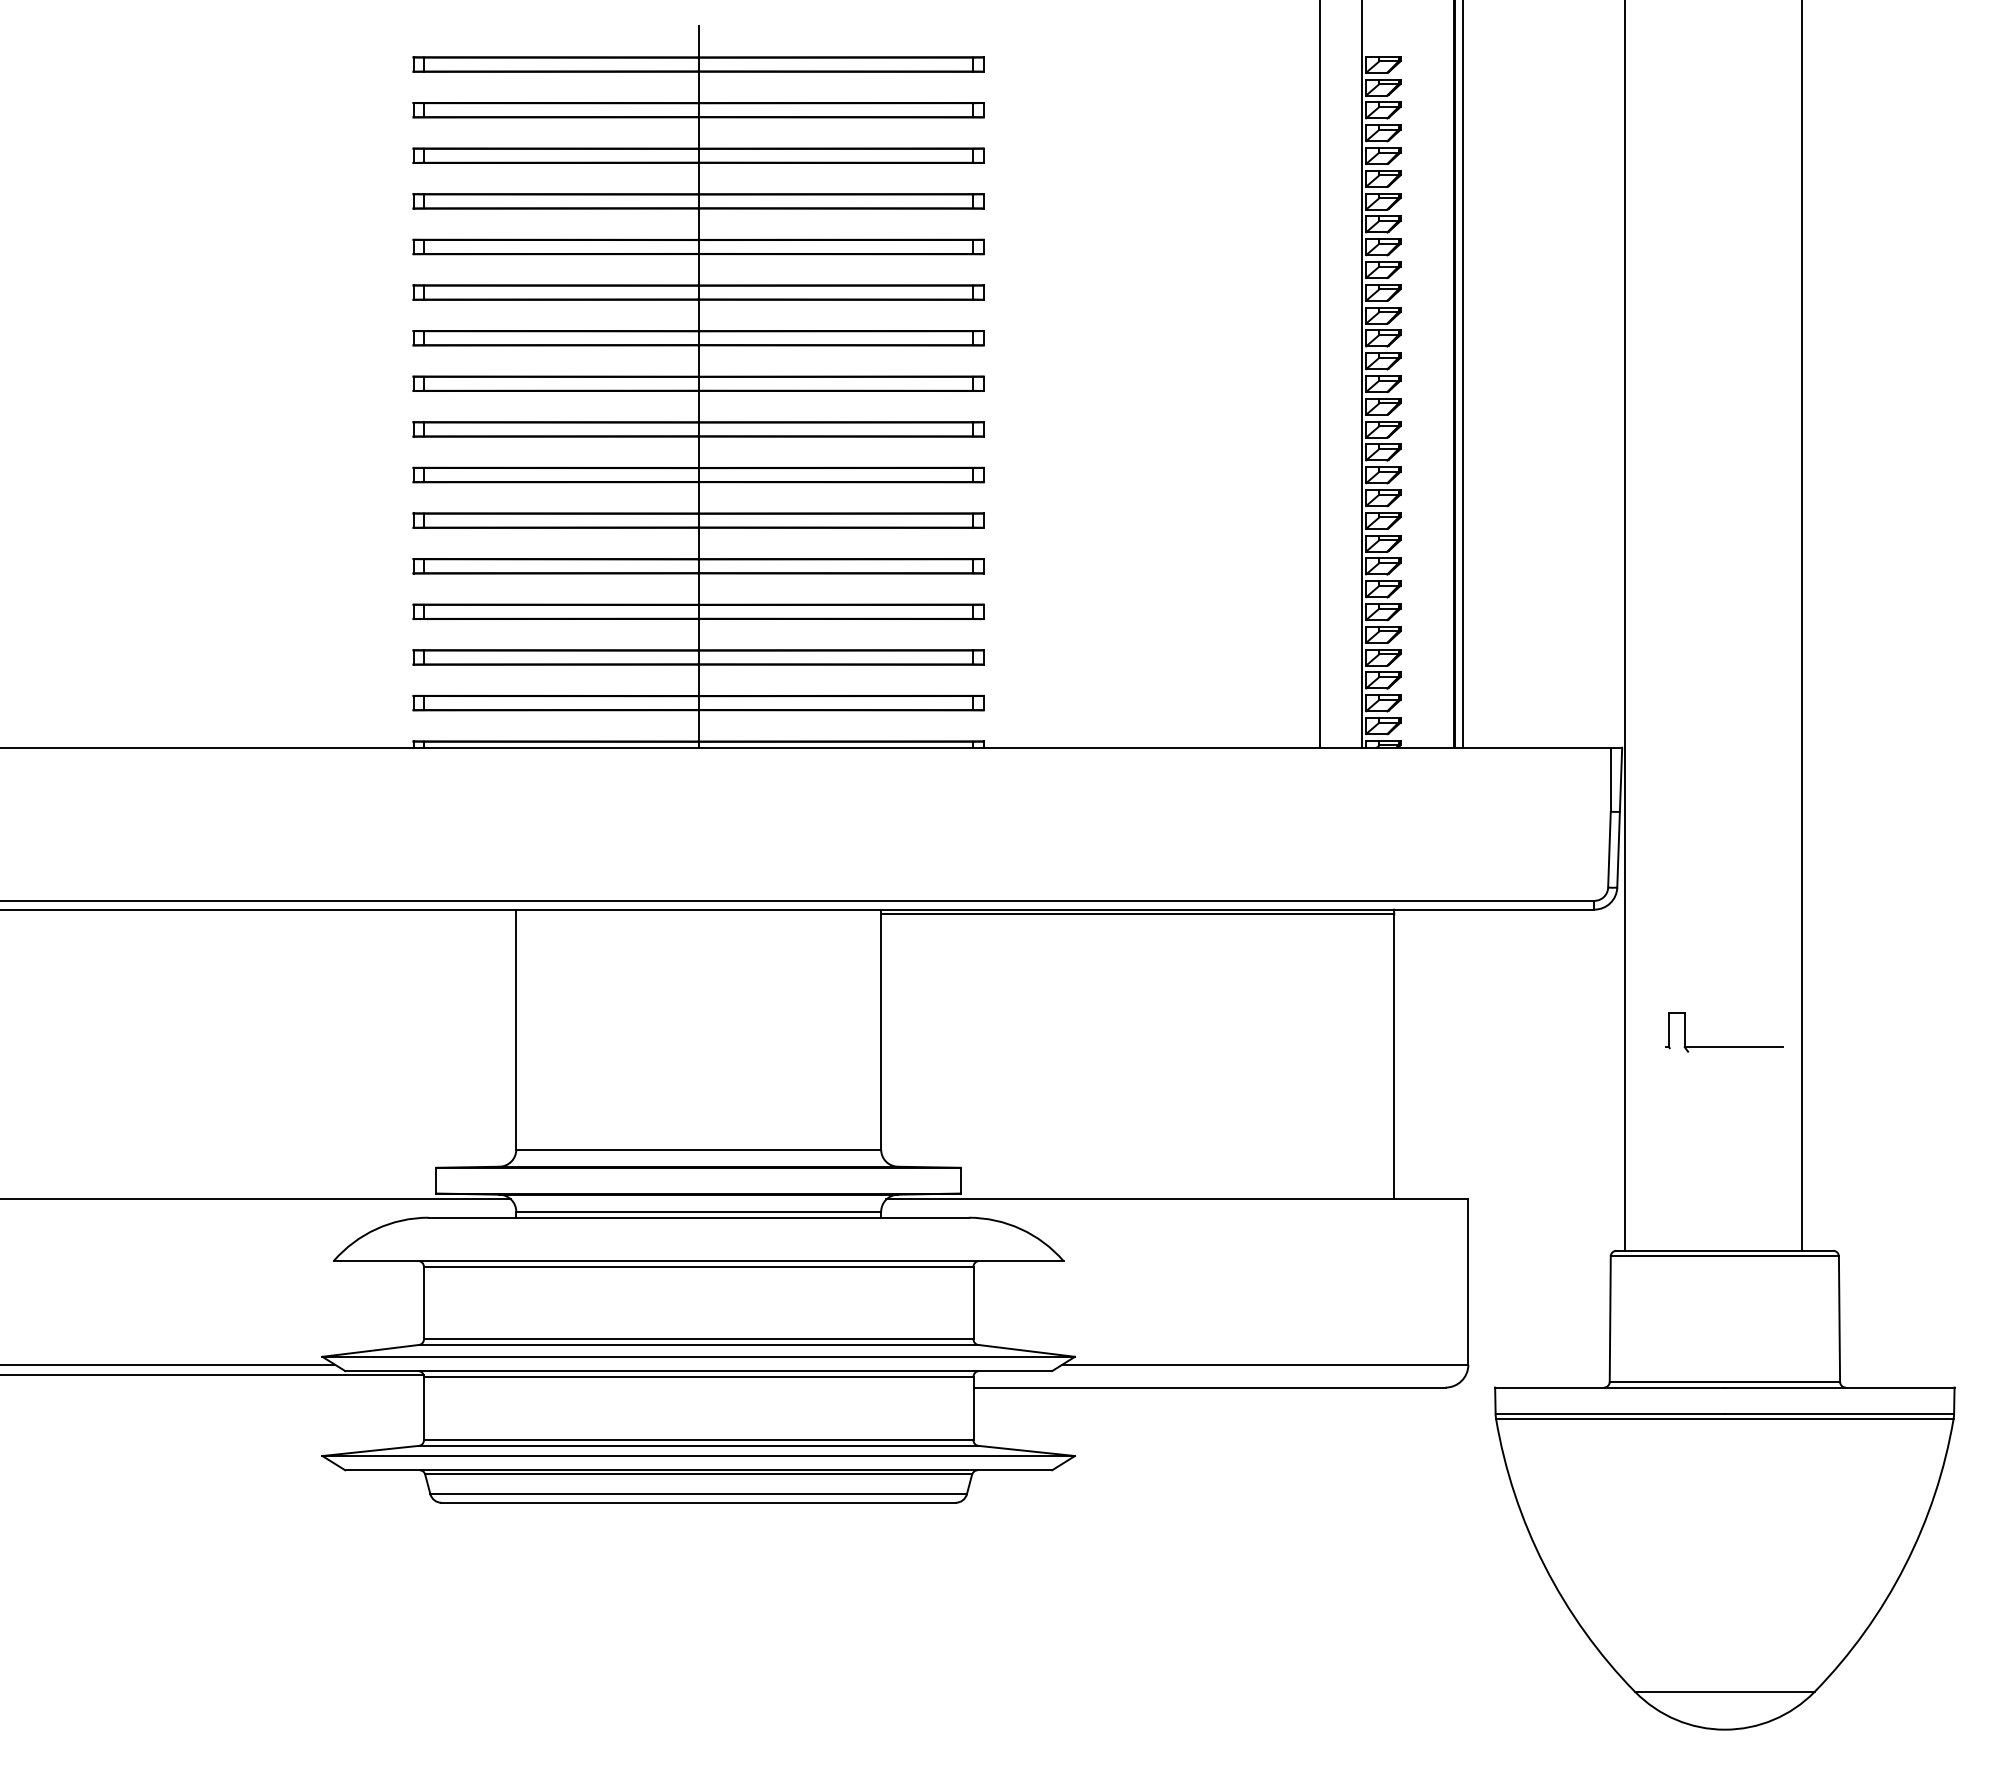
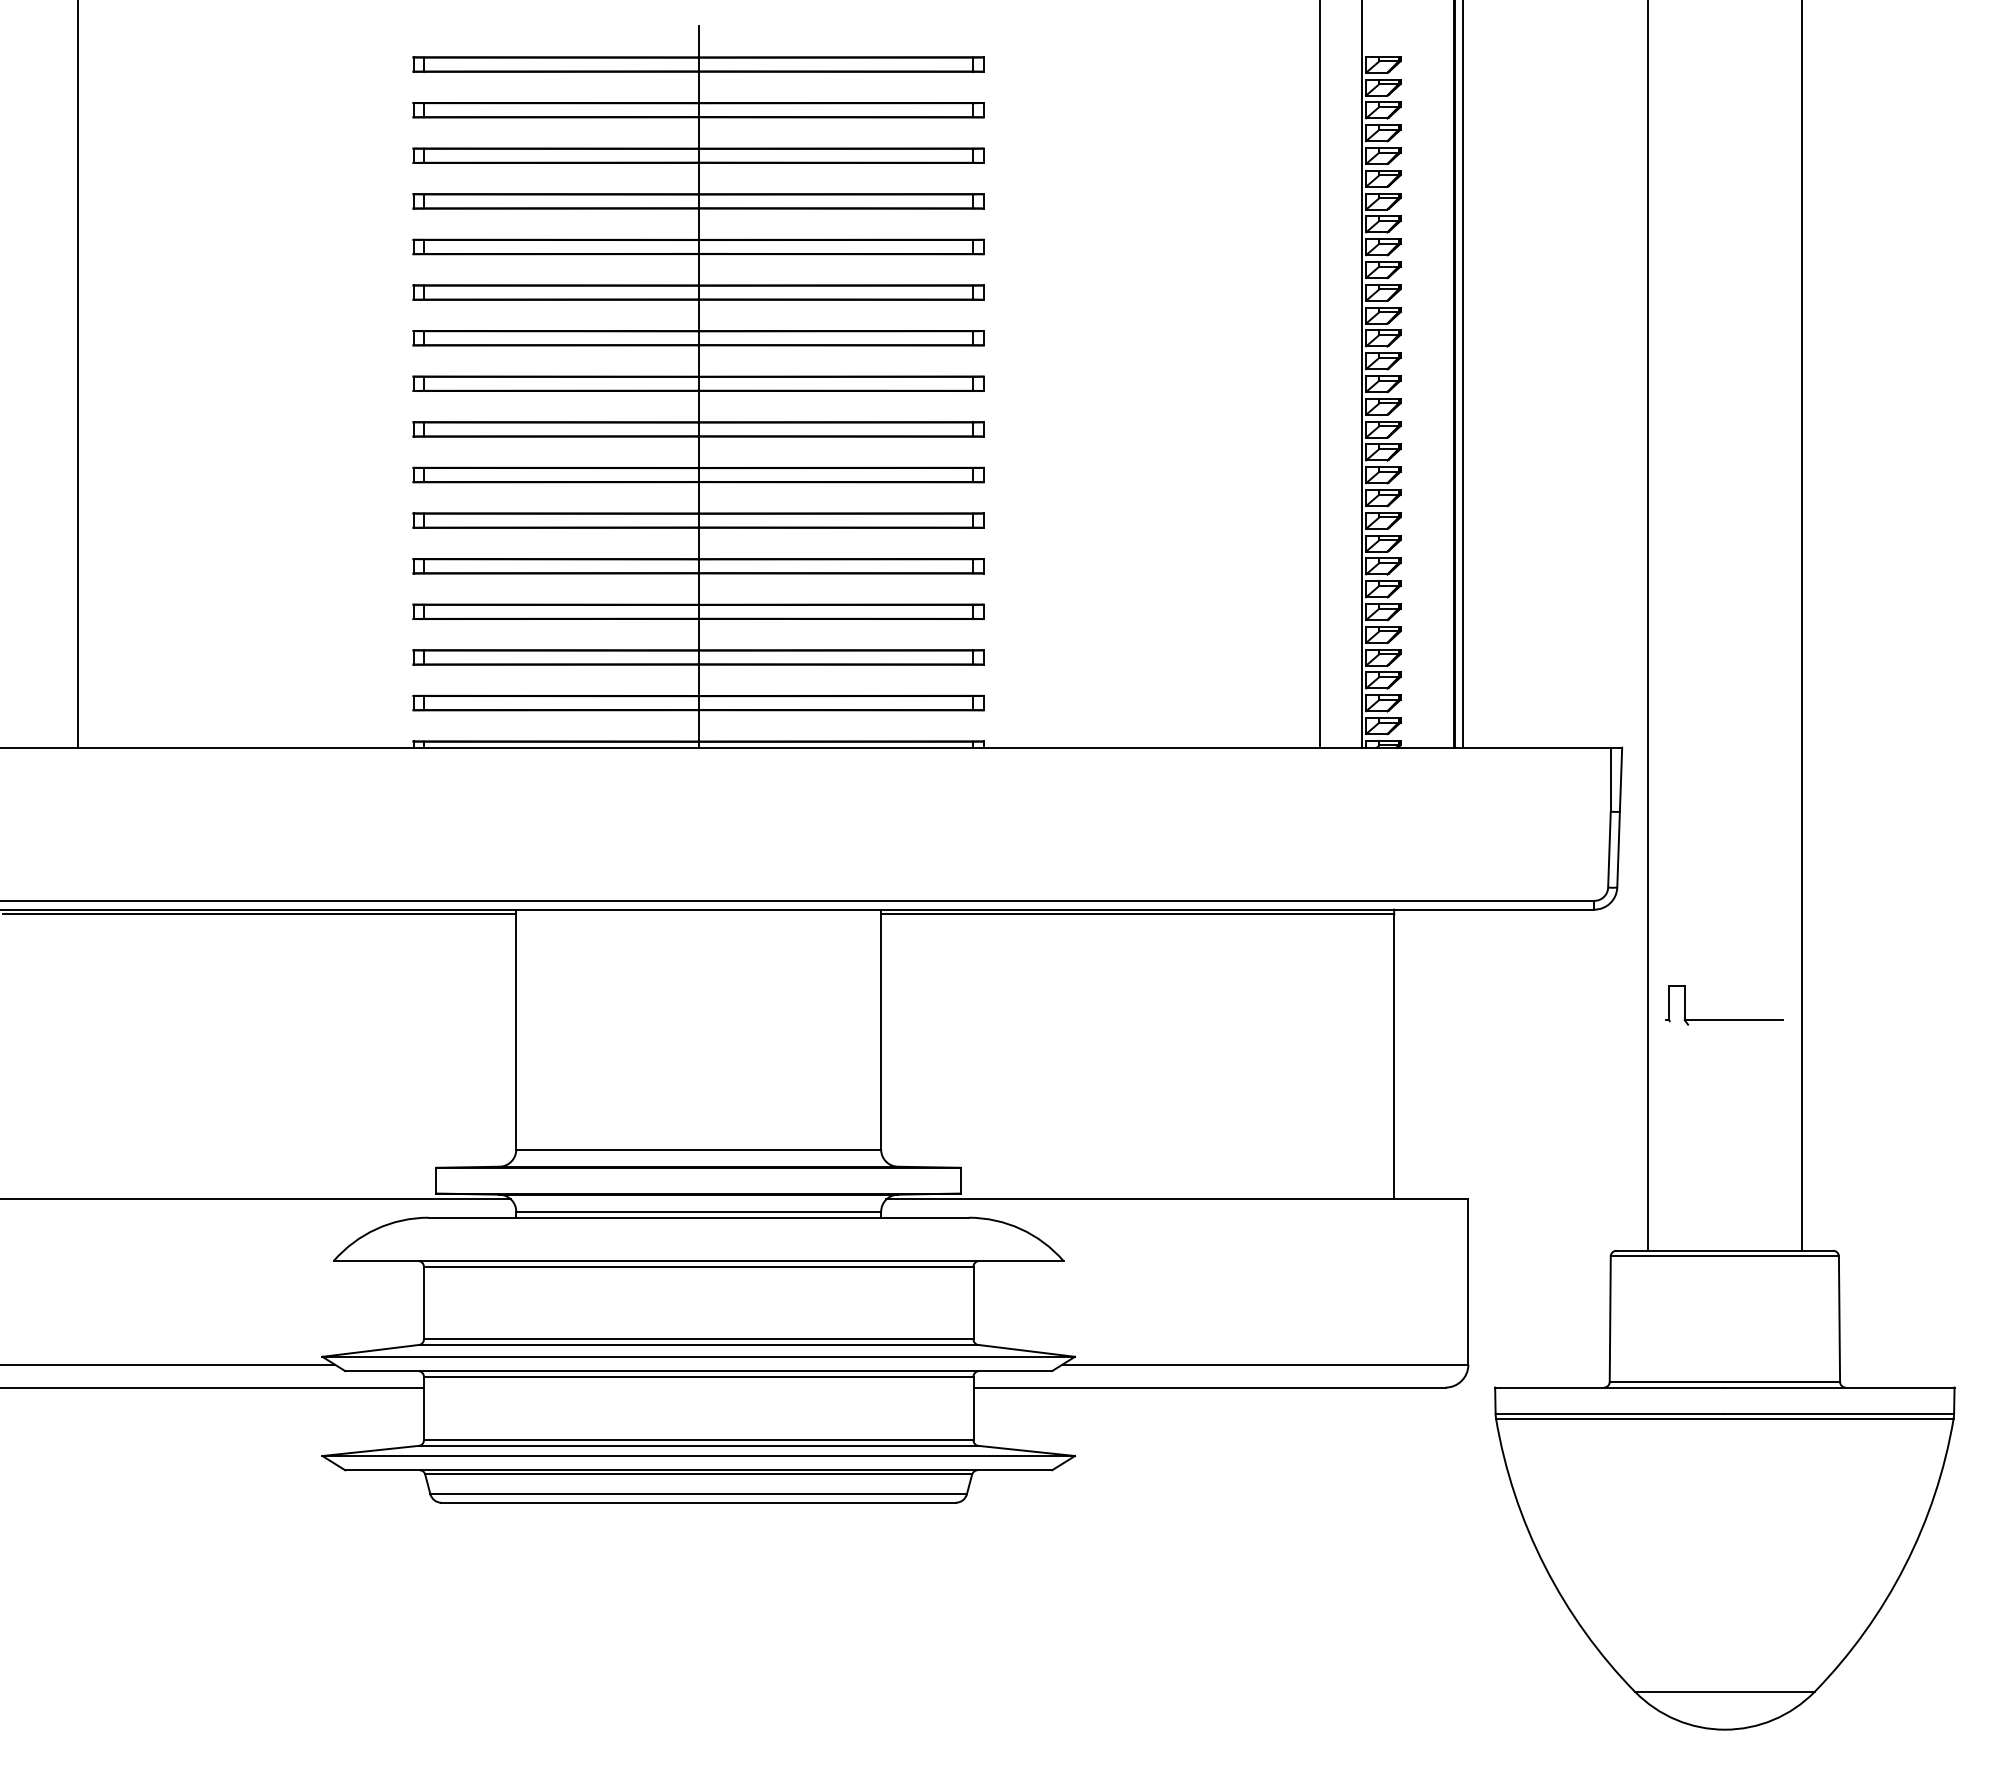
line at (77, 374): none -> present
line at (1624, 626) position: (1624, 626) -> (1647, 626)
line at (259, 914): none -> present
part at (1724, 1046) position: (1724, 1046) -> (1724, 1019)
line at (212, 1374) position: (212, 1374) -> (212, 1387)
